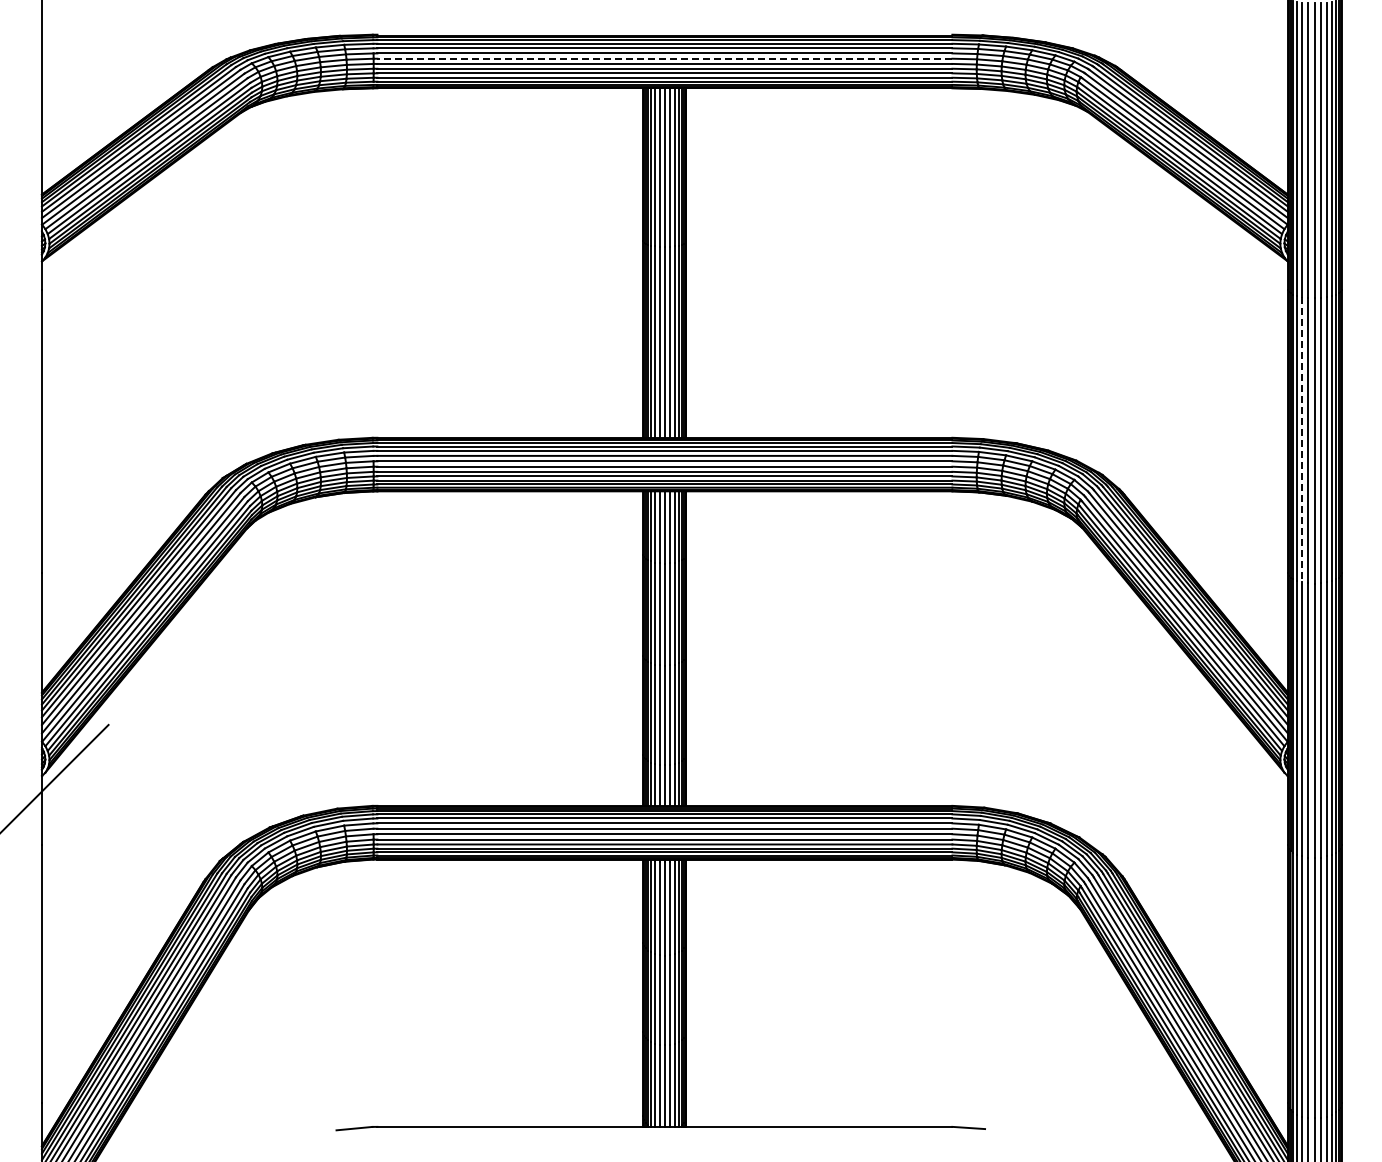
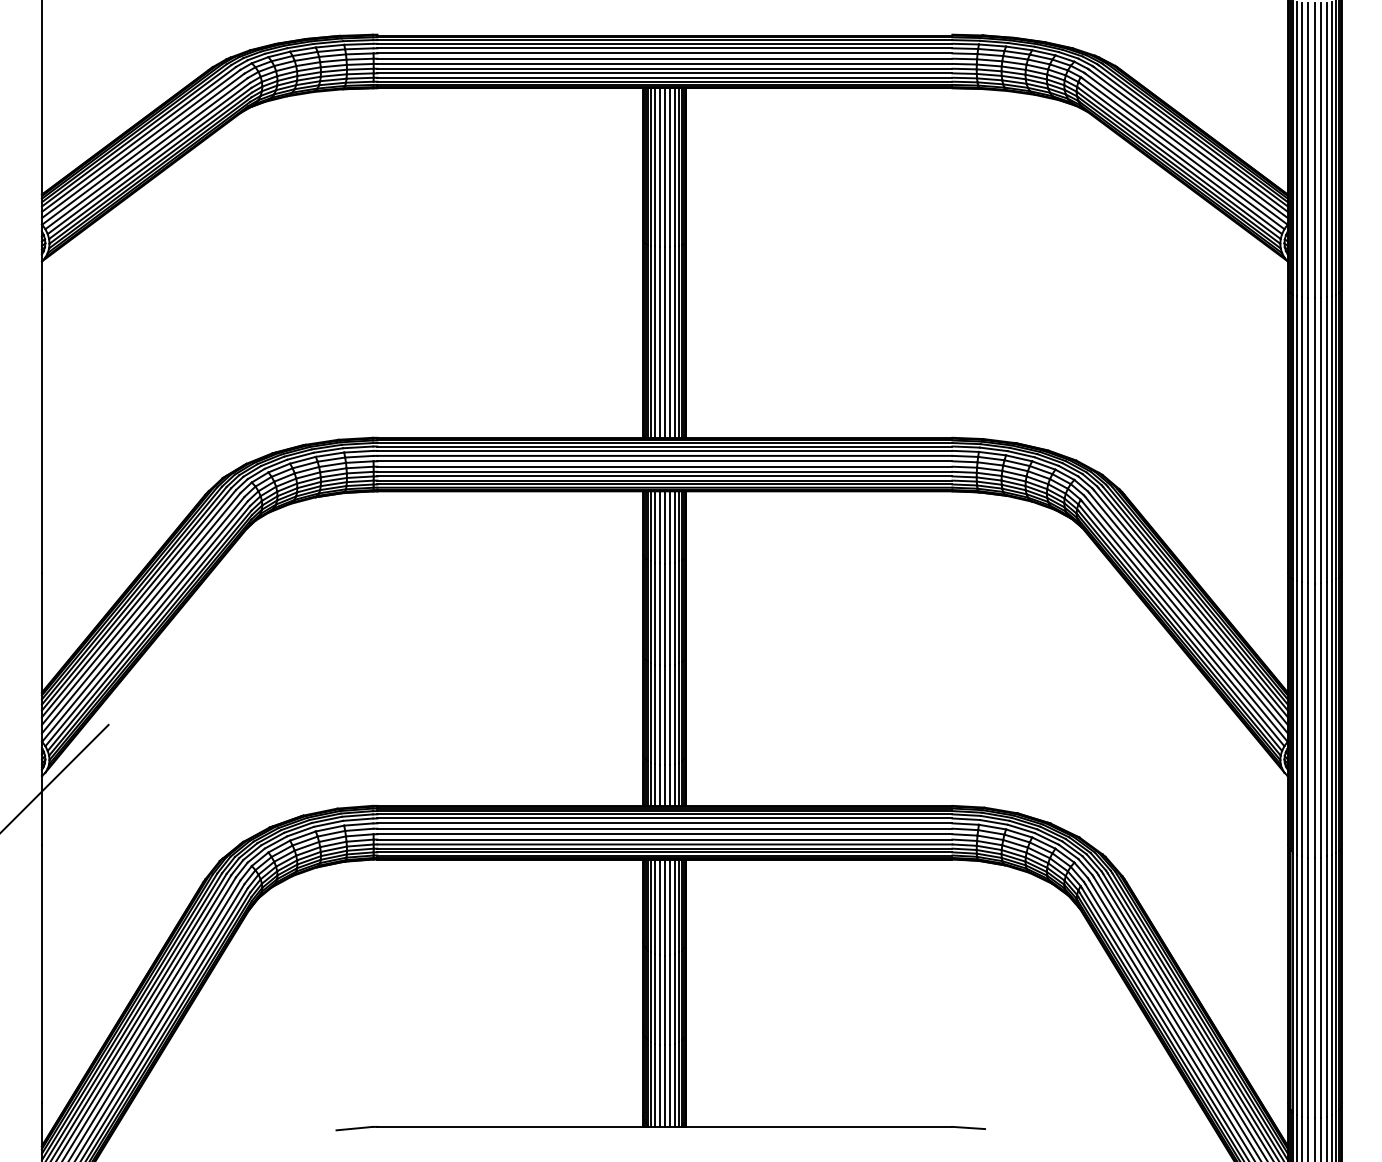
line at (664, 58): dashed -> solid
line at (1302, 439): dashed -> solid
